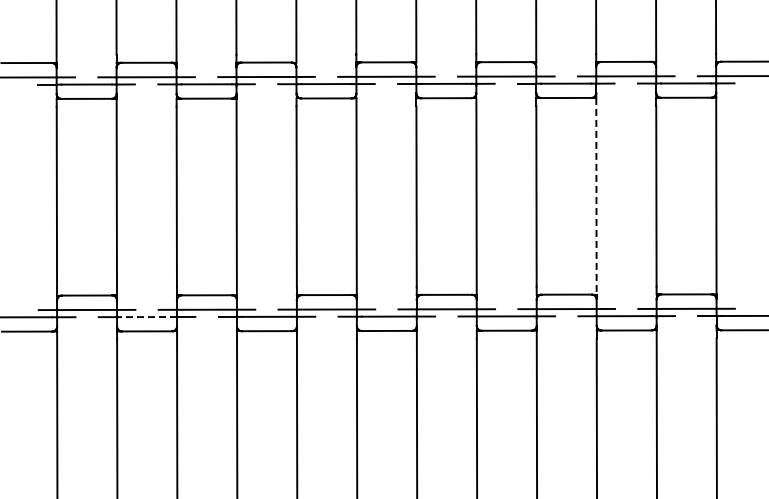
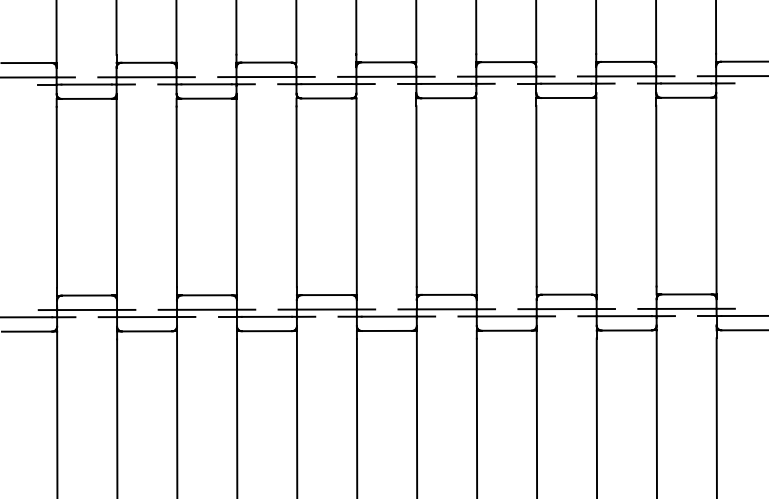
line at (596, 196): dashed -> solid
line at (147, 317): dashed -> solid
